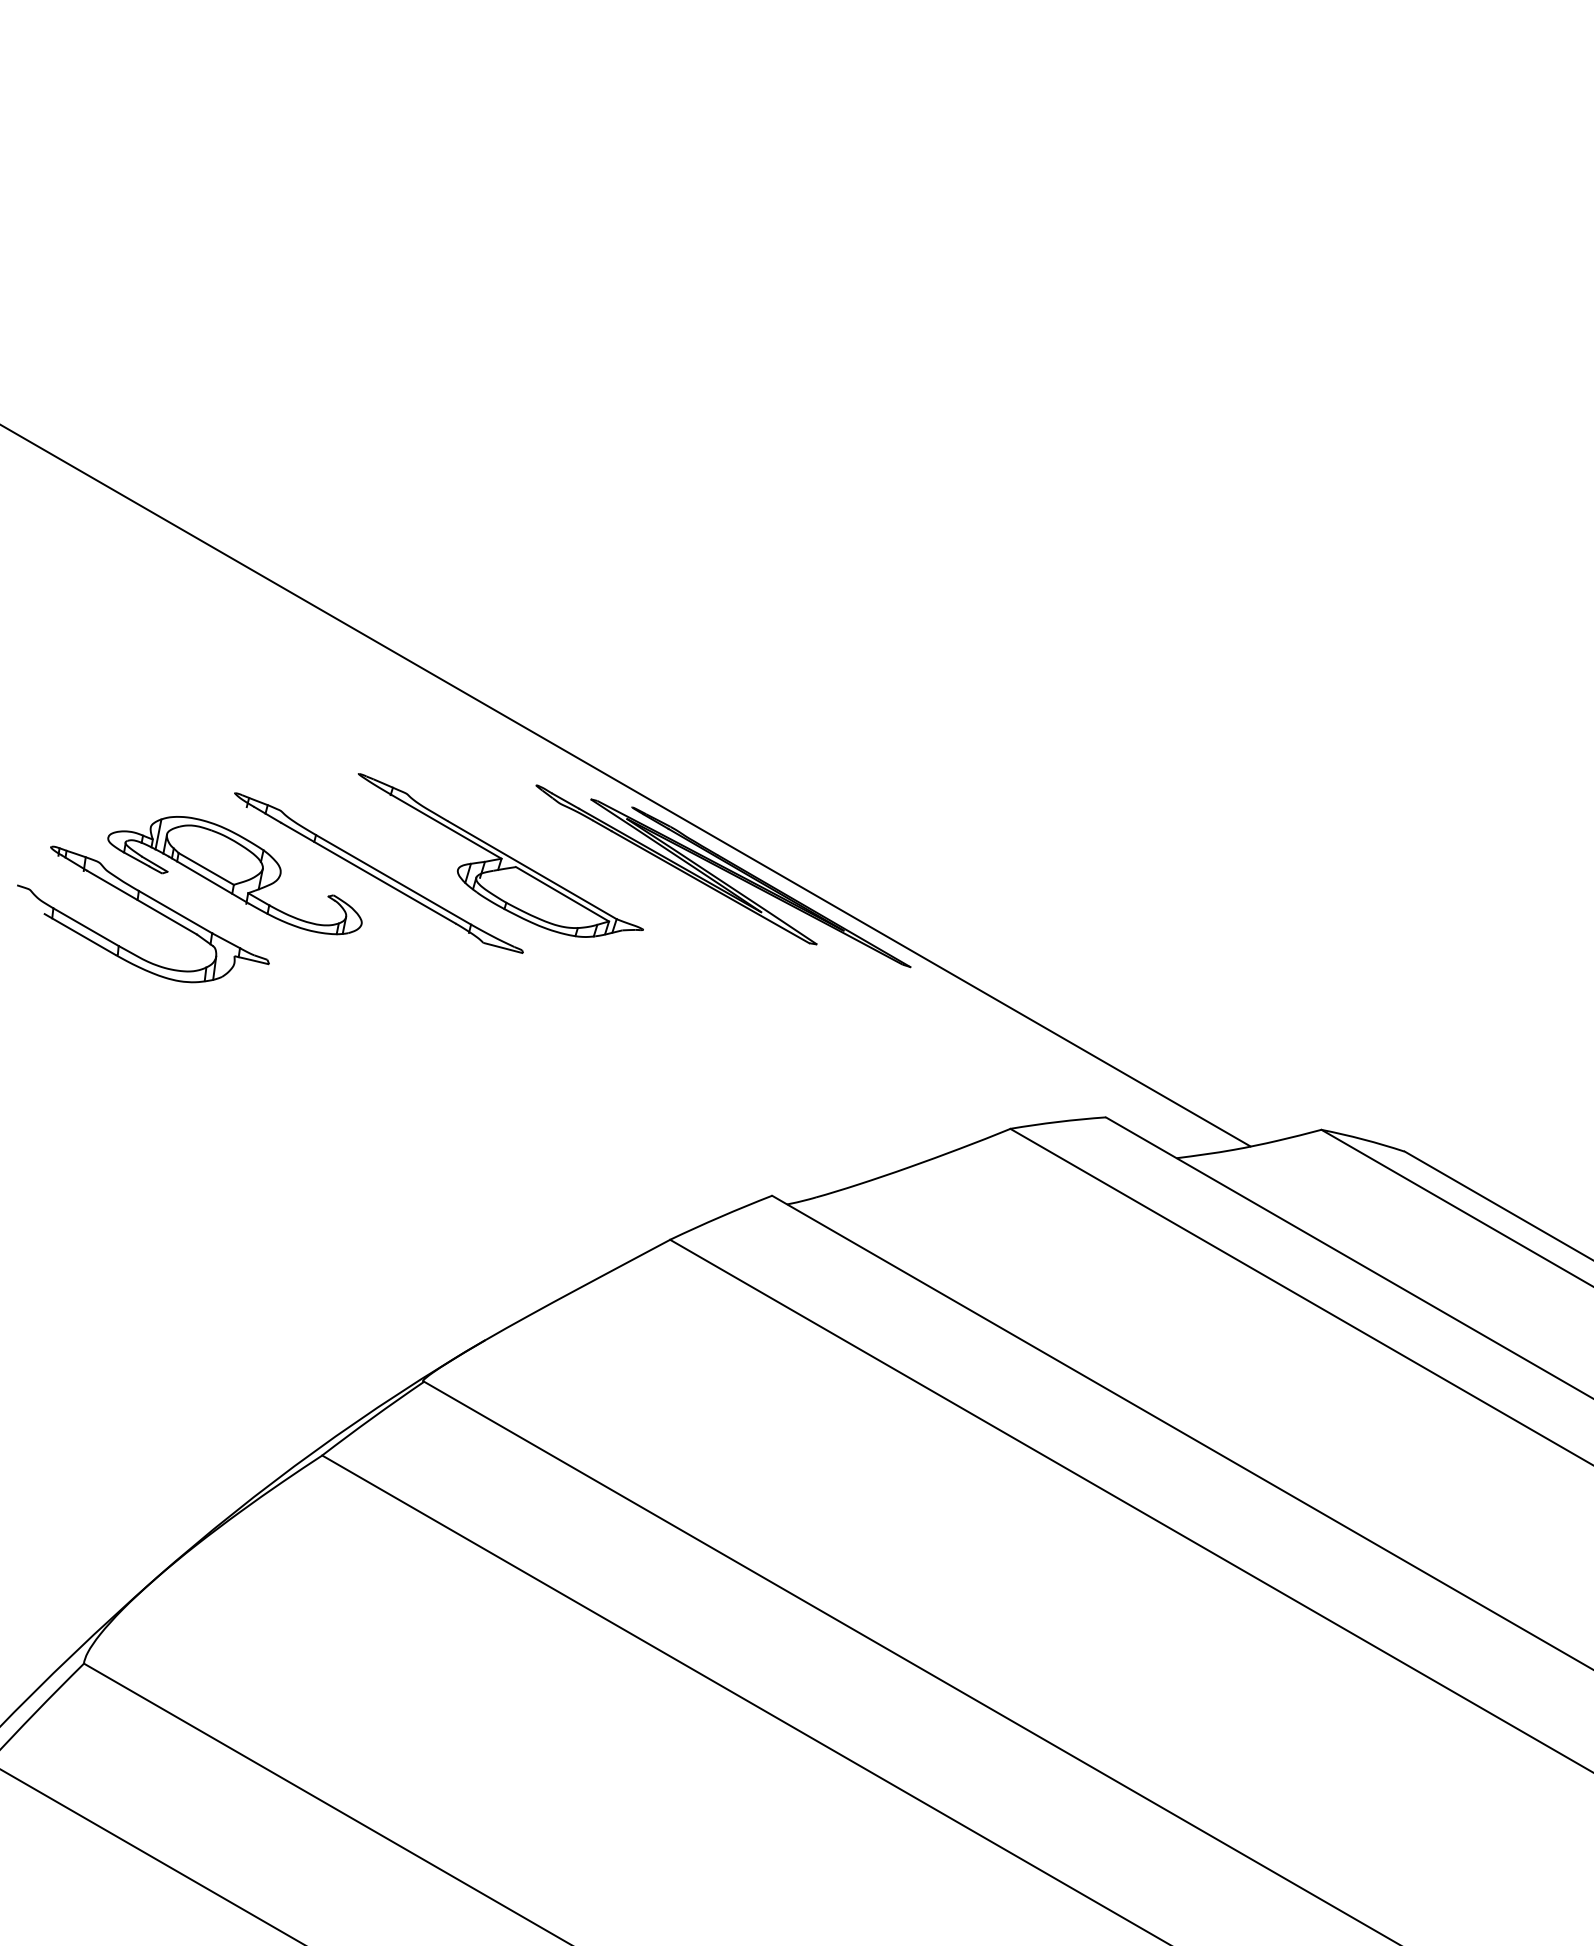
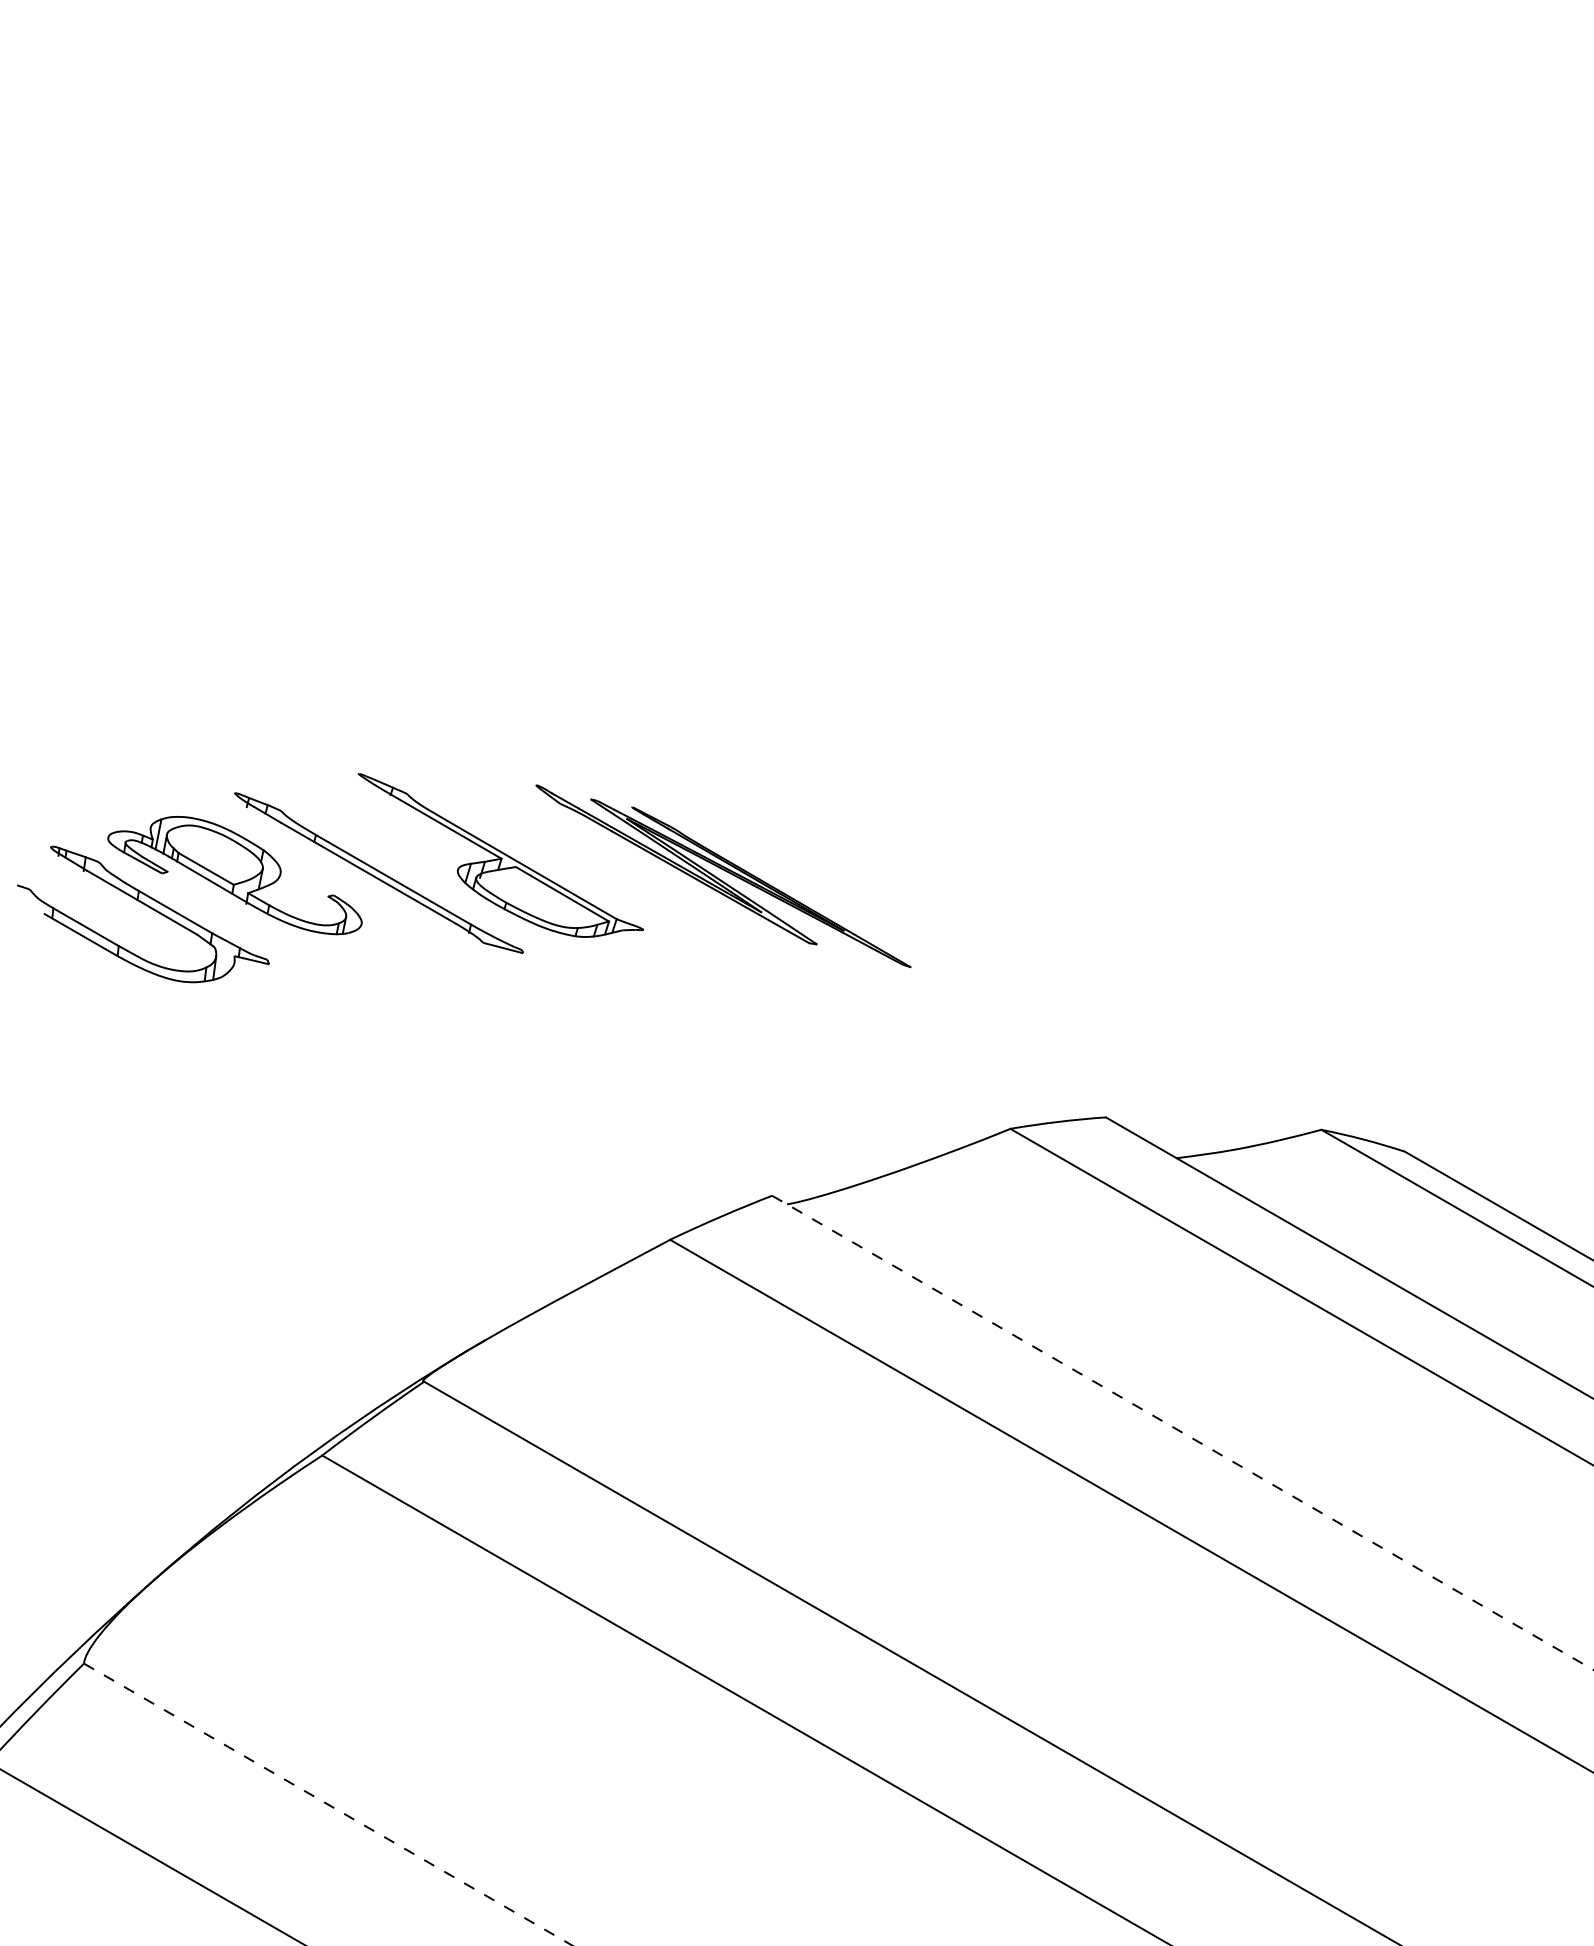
line at (626, 785): present -> none
line at (1183, 1433): solid -> dashed
line at (328, 1804): solid -> dashed
